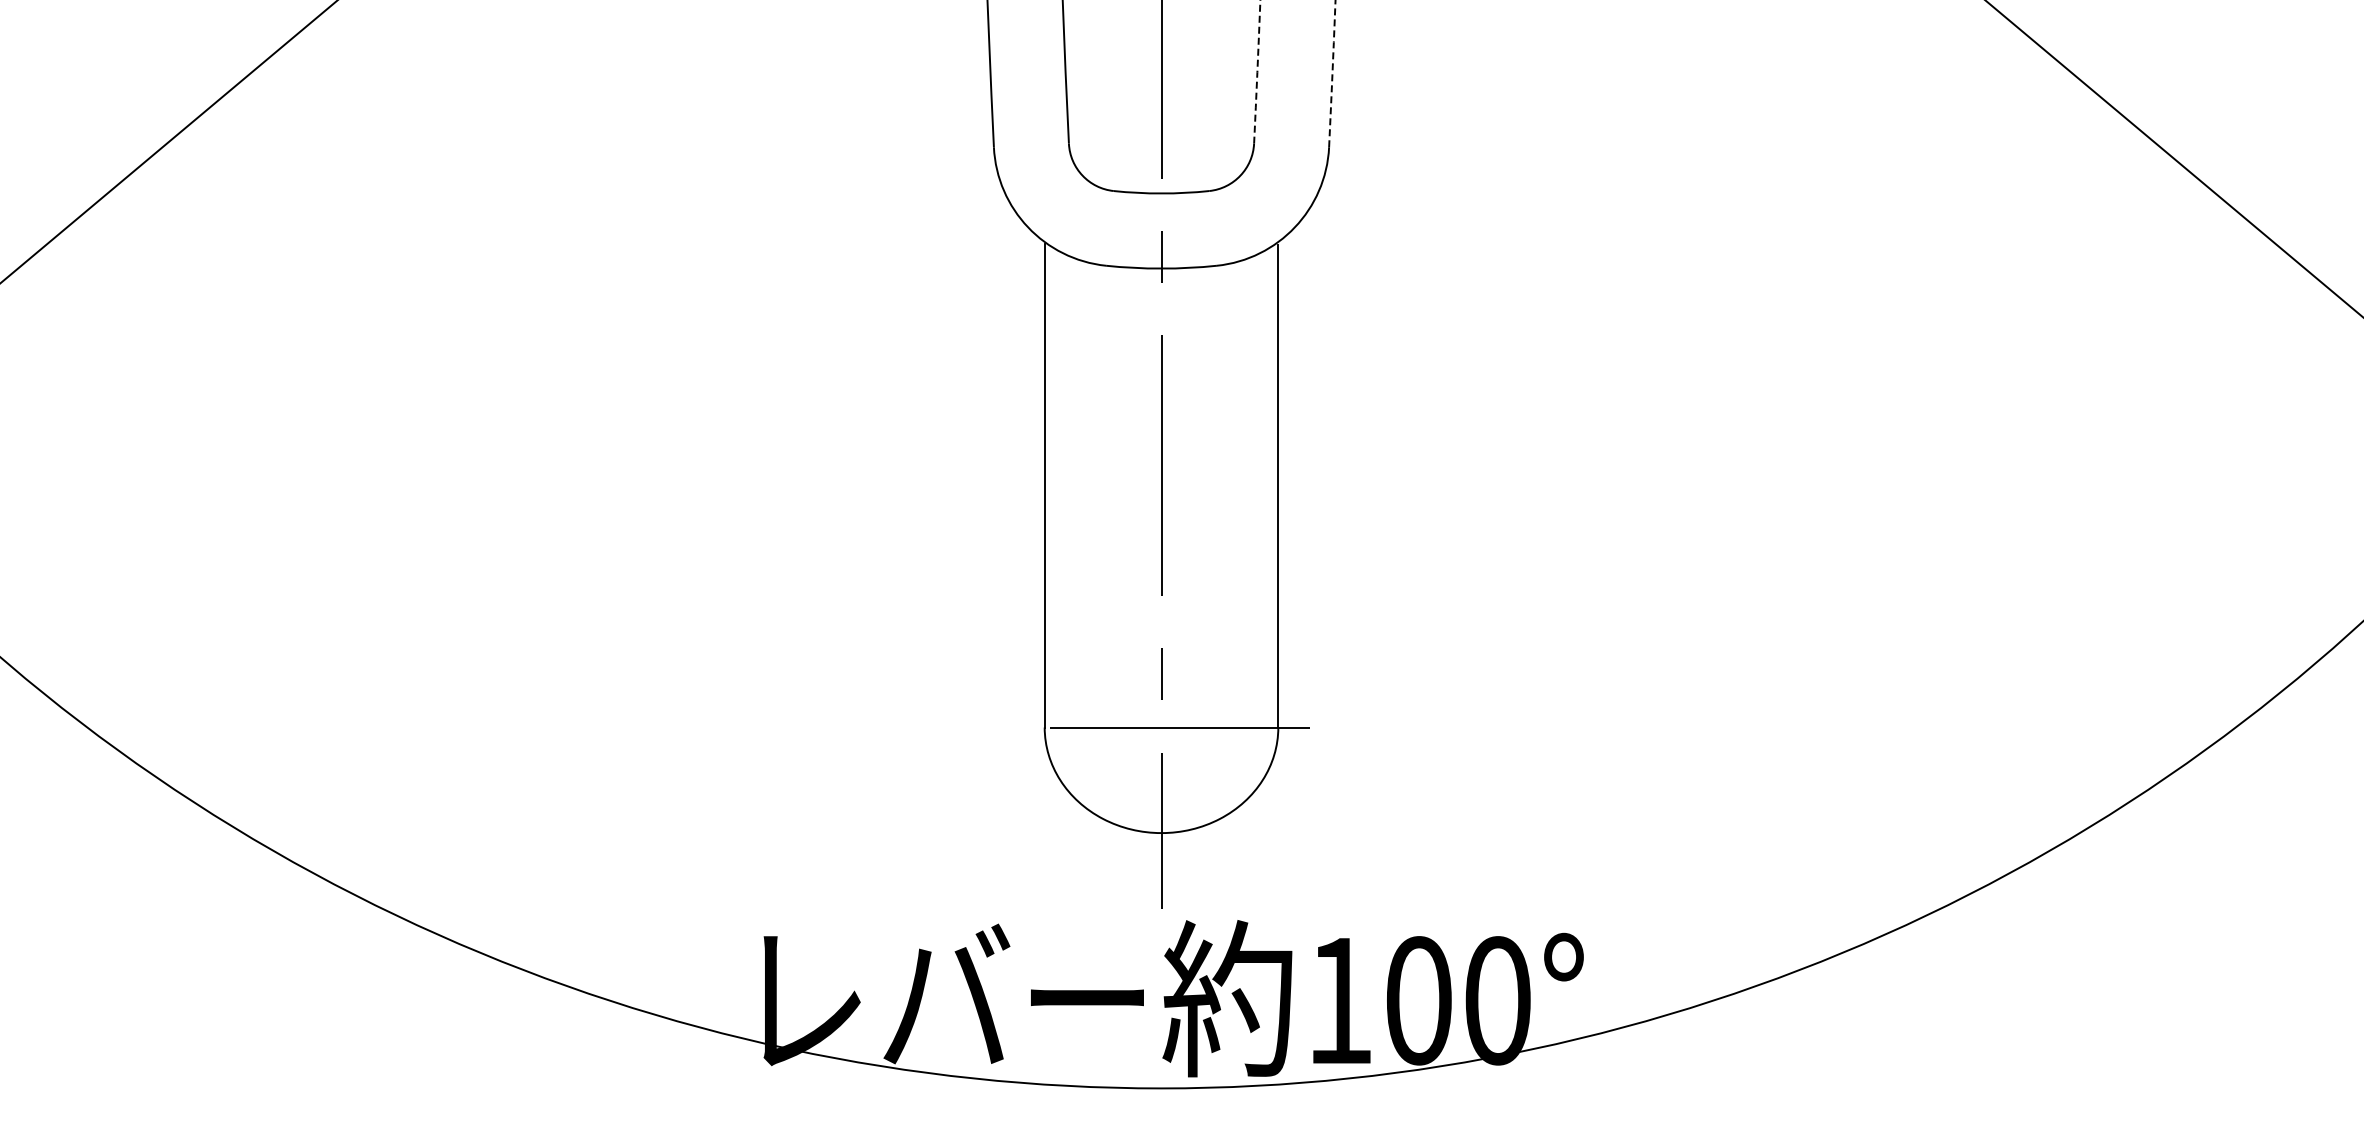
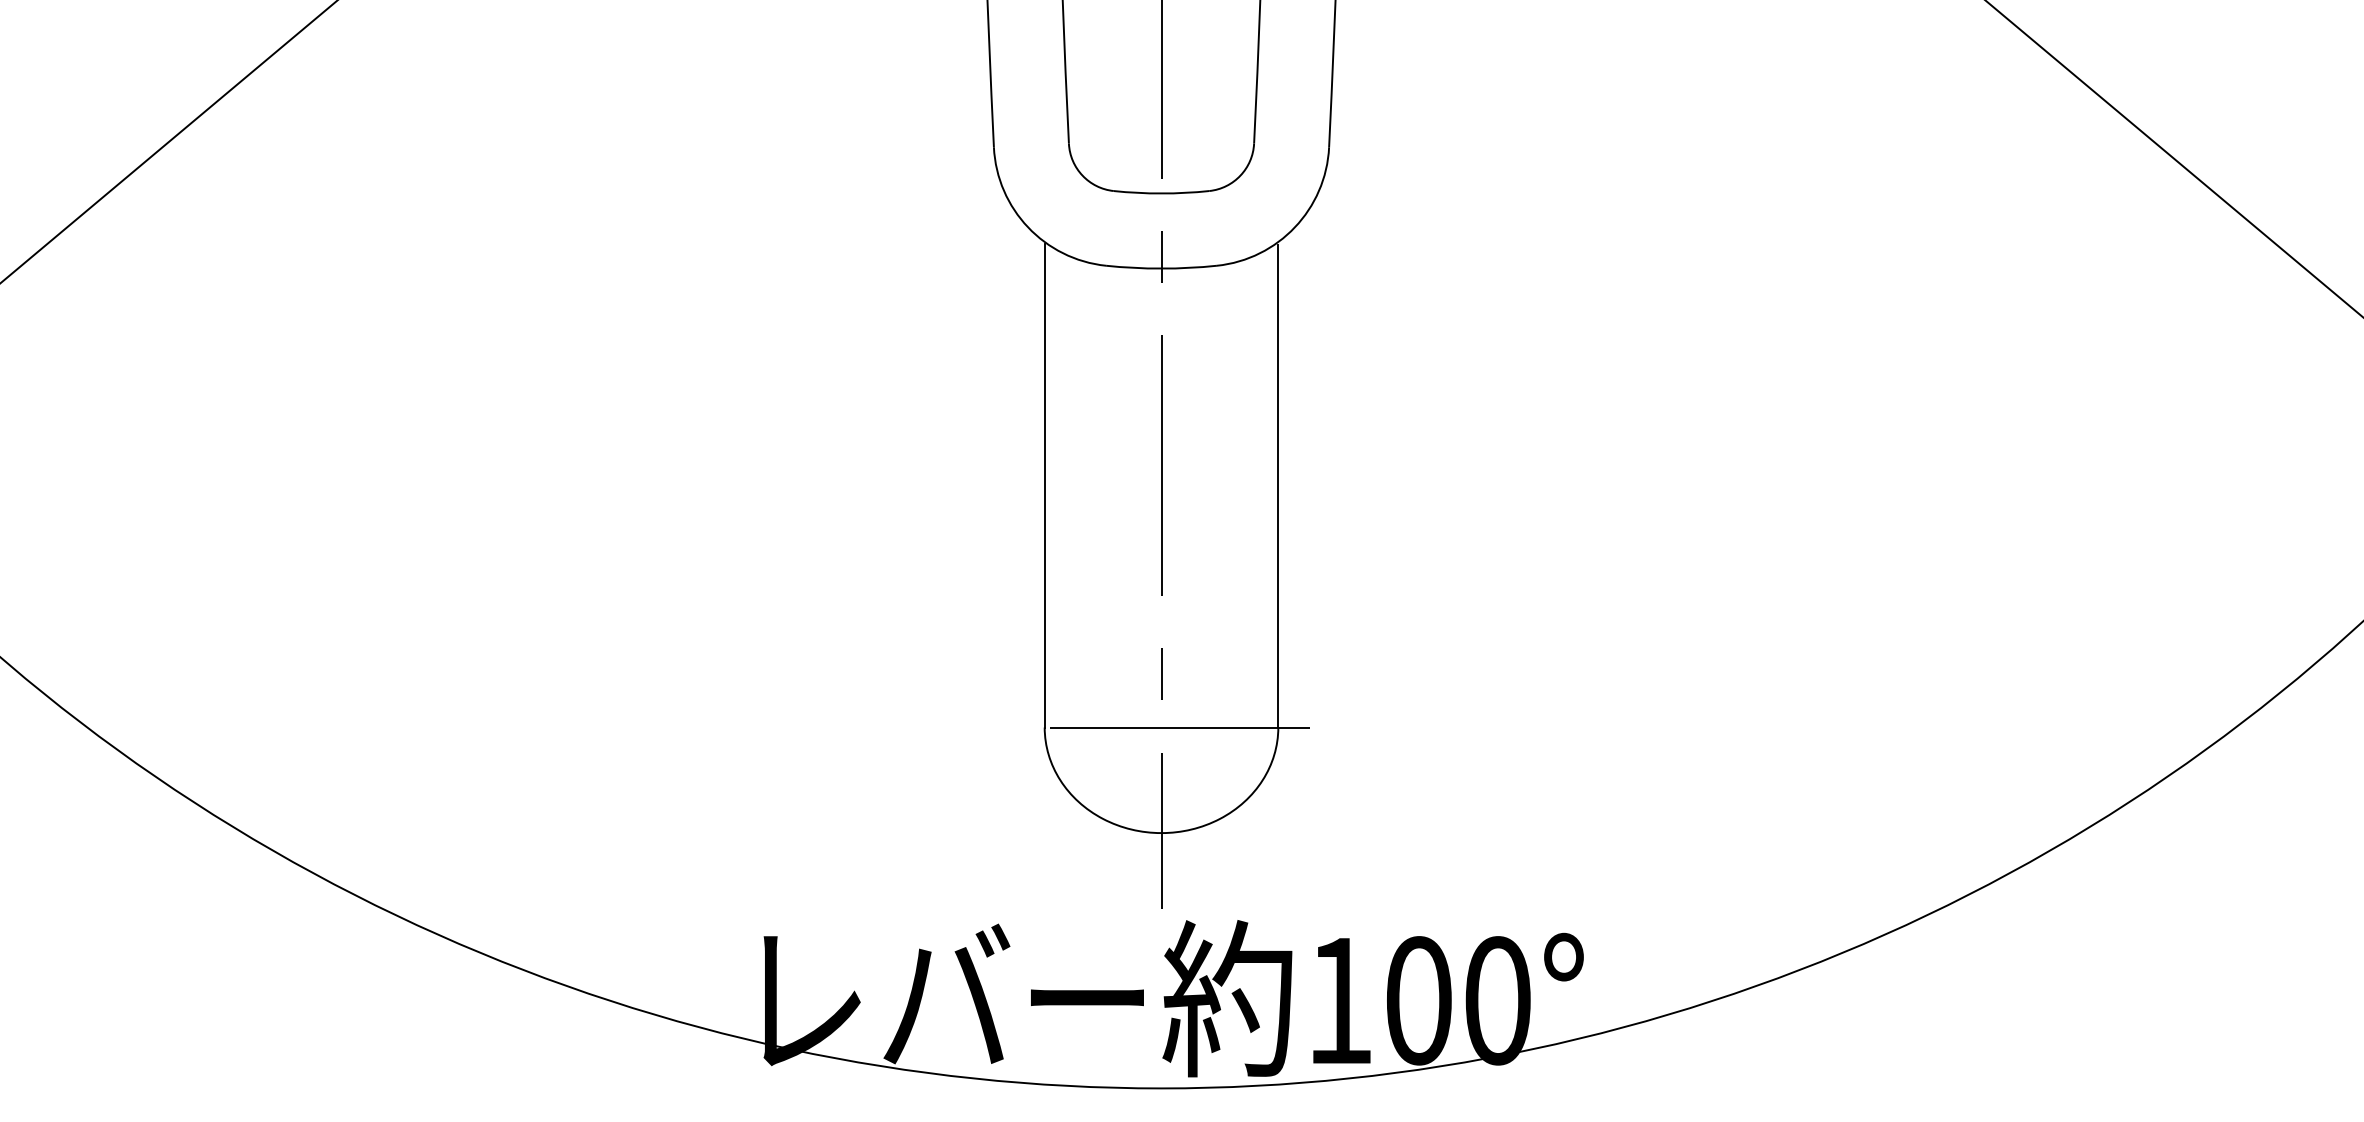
arc at (1257, 72): dashed -> solid
arc at (1332, 73): dashed -> solid
